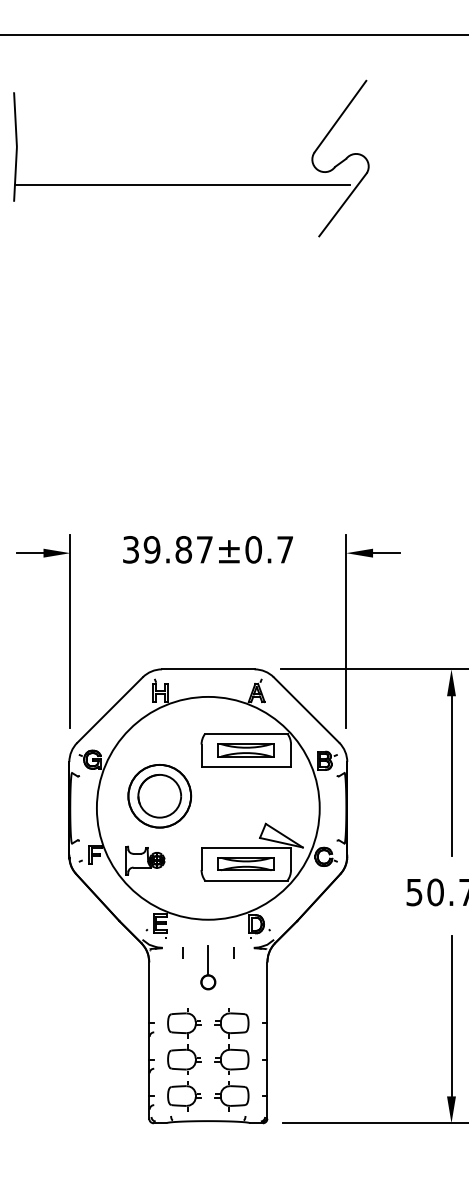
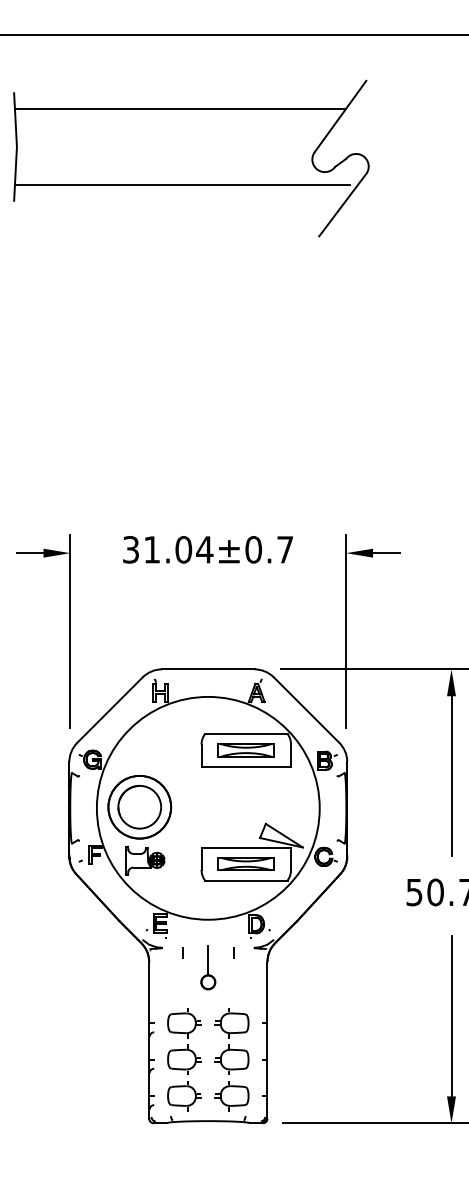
line at (179, 109): none -> present
text at (178, 549): 39.87±0.7 -> 31.04±0.7
part at (159, 796) position: (159, 796) -> (139, 807)
